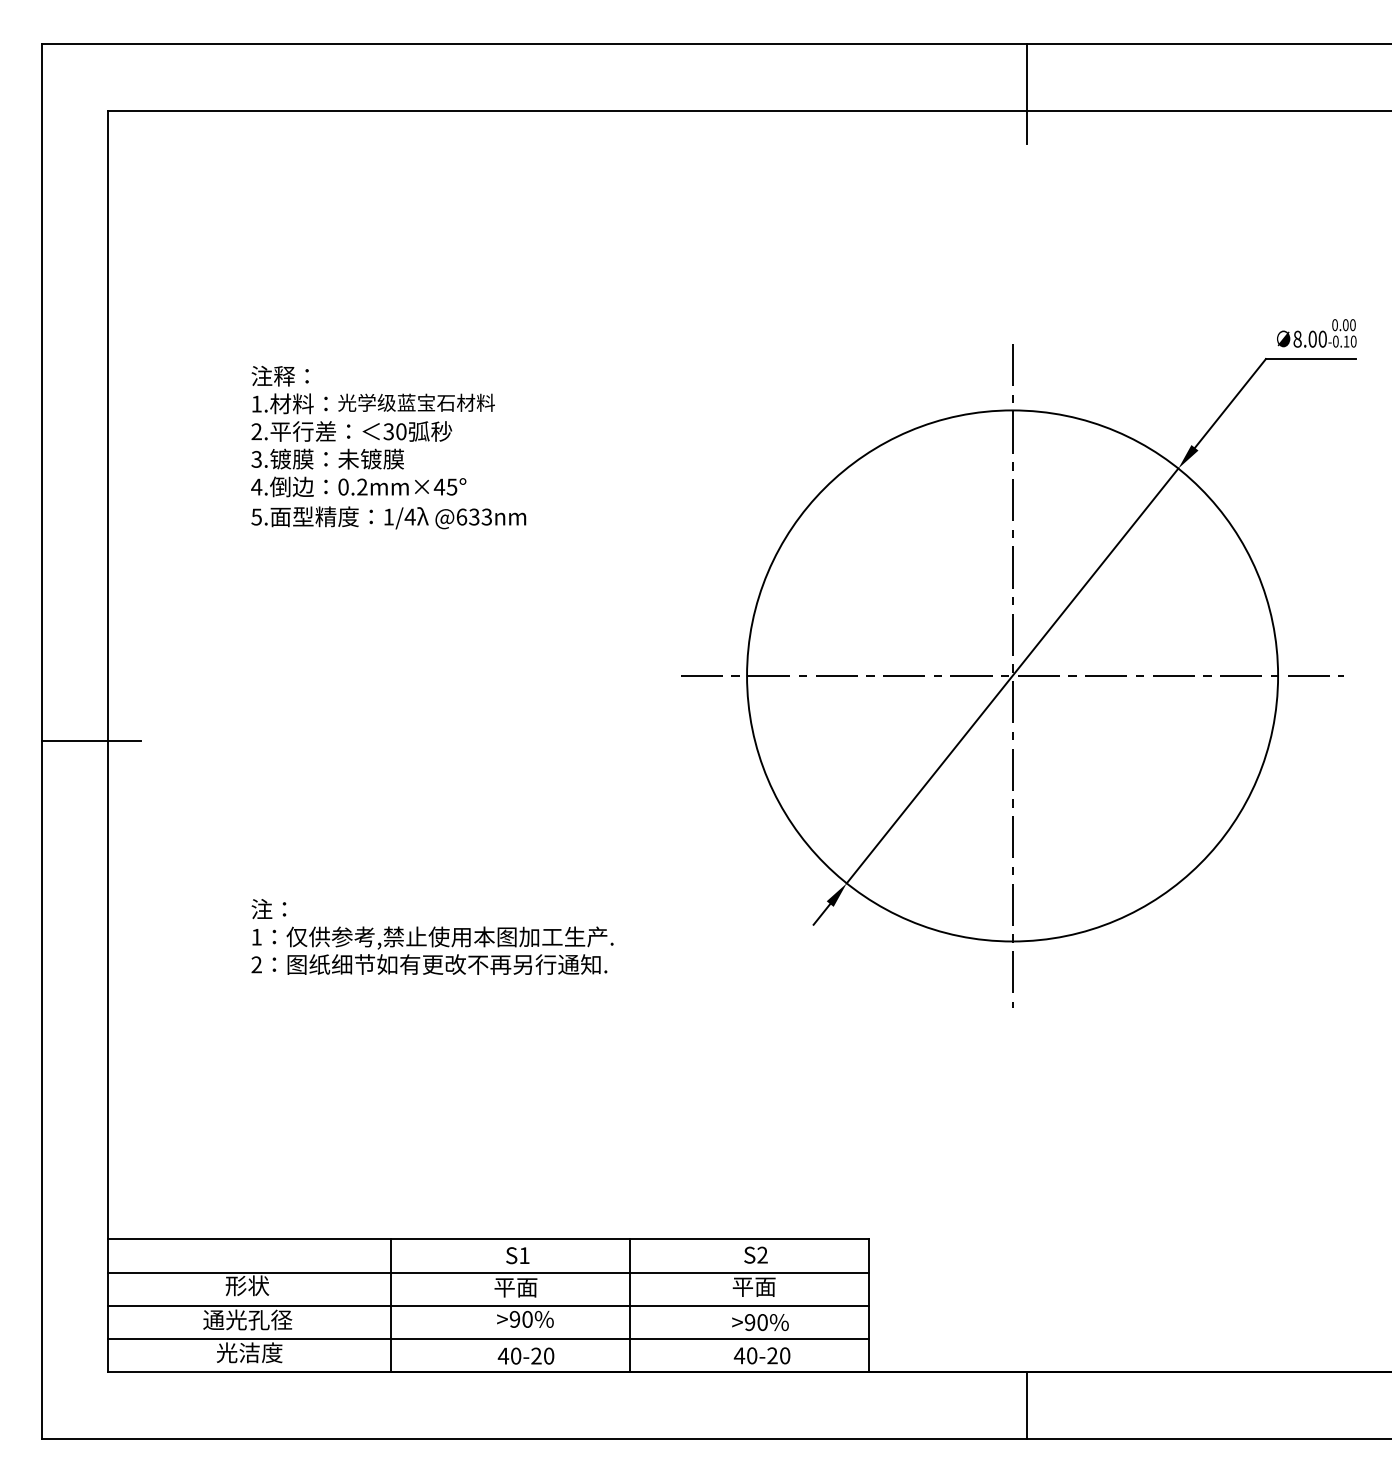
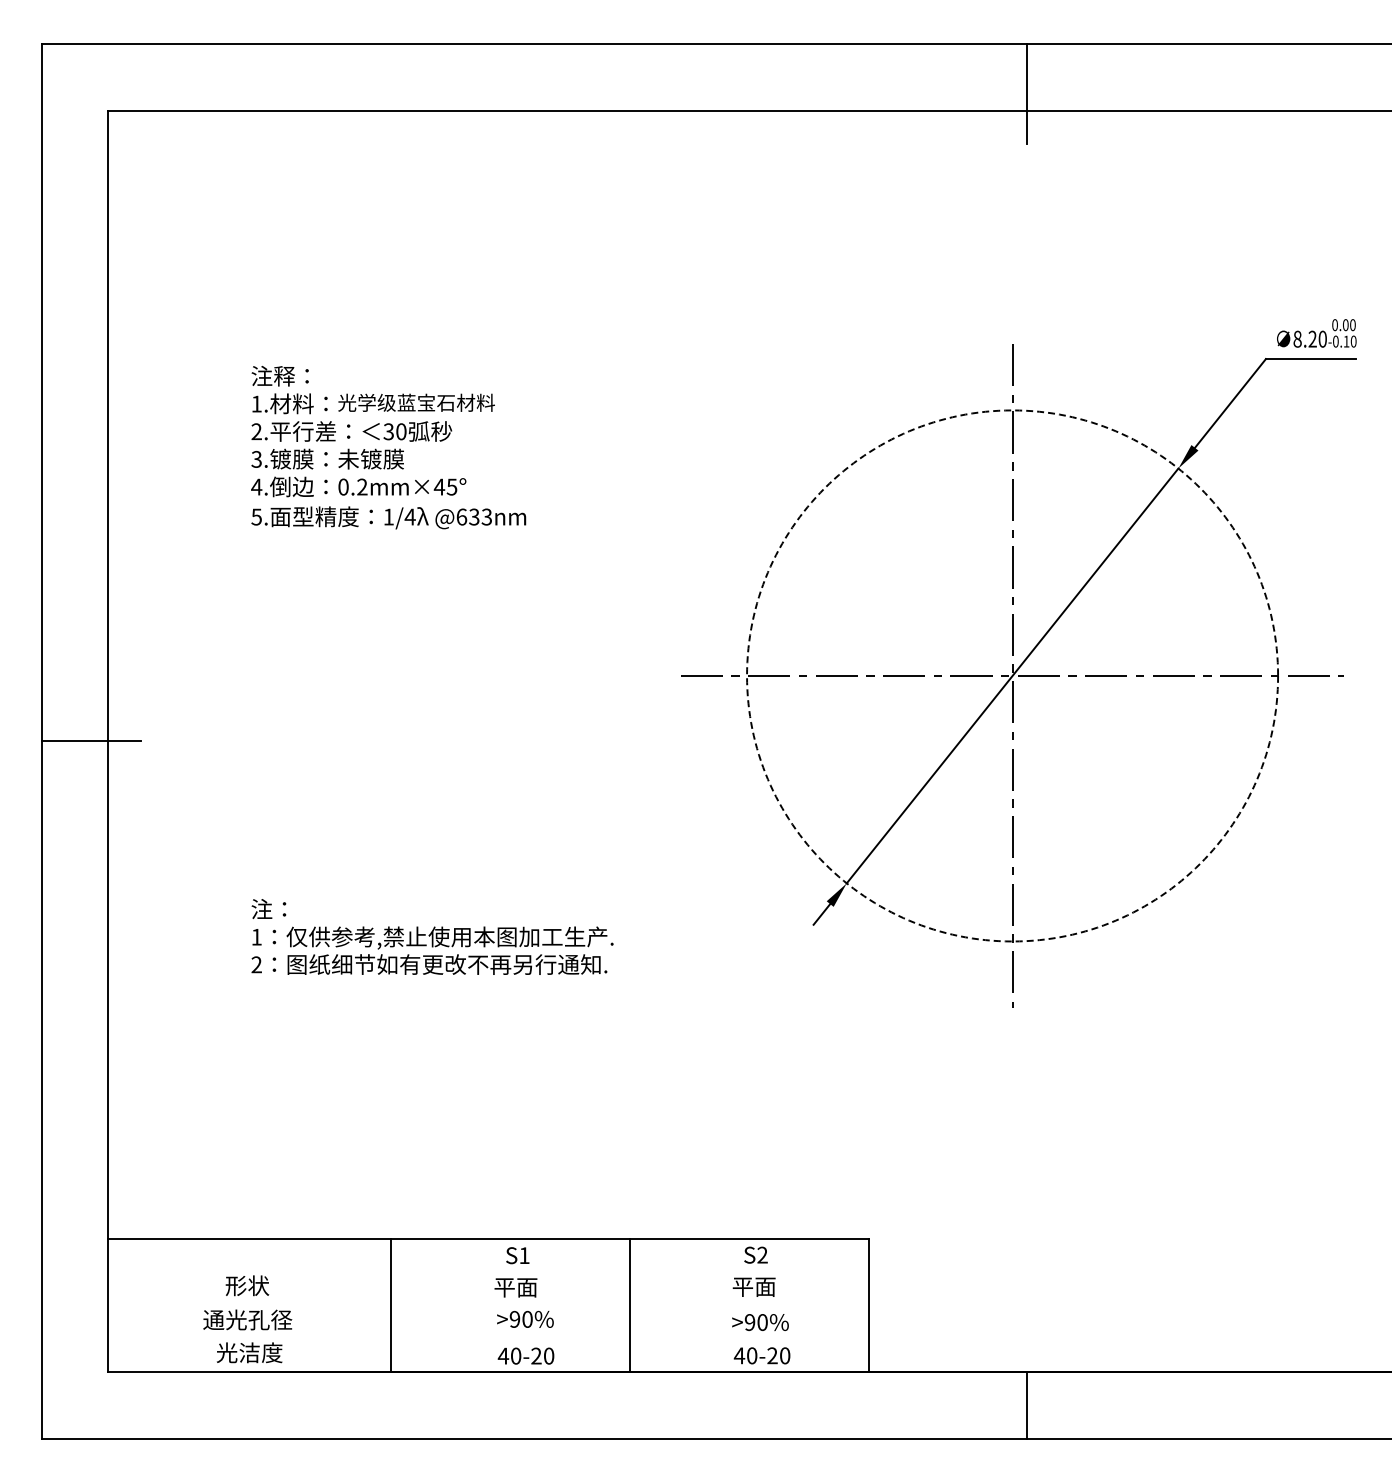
text at (1312, 338): 8.00 -> 8.20
circle at (1012, 675): solid -> dashed
line at (488, 1272): present -> none
line at (488, 1305): present -> none
line at (488, 1338): present -> none
